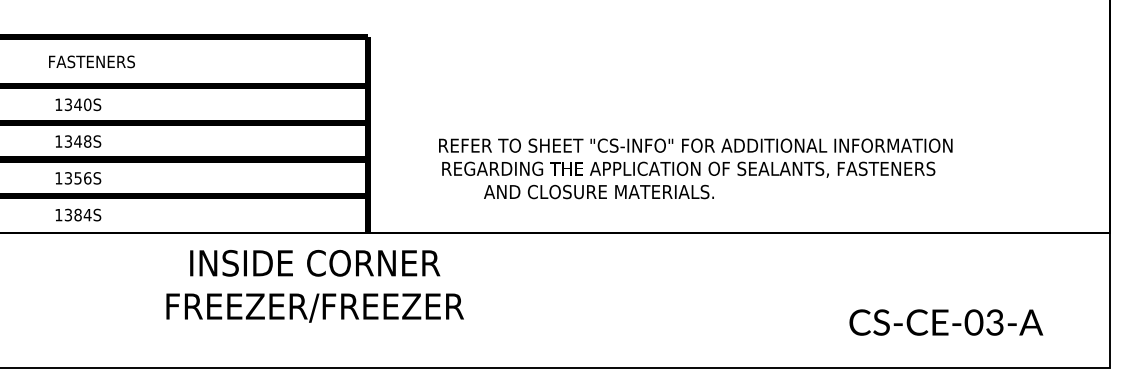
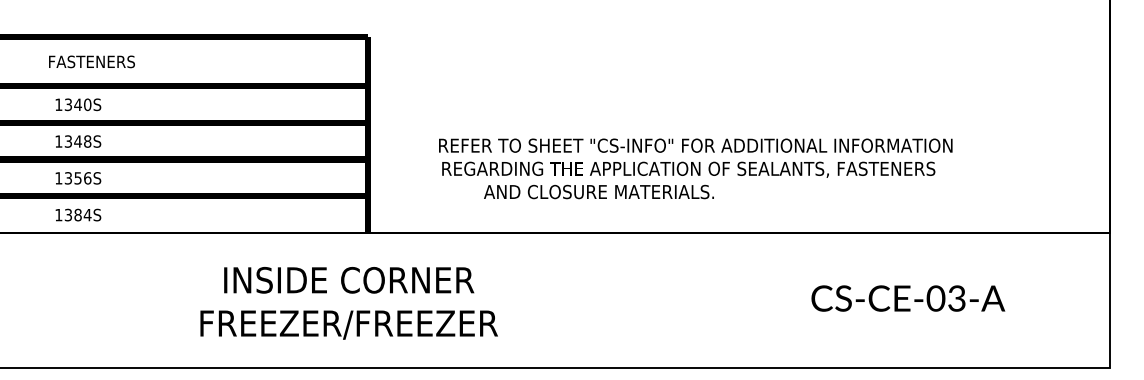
text at (314, 286) position: (314, 286) -> (348, 303)
text at (946, 322) position: (946, 322) -> (908, 298)
